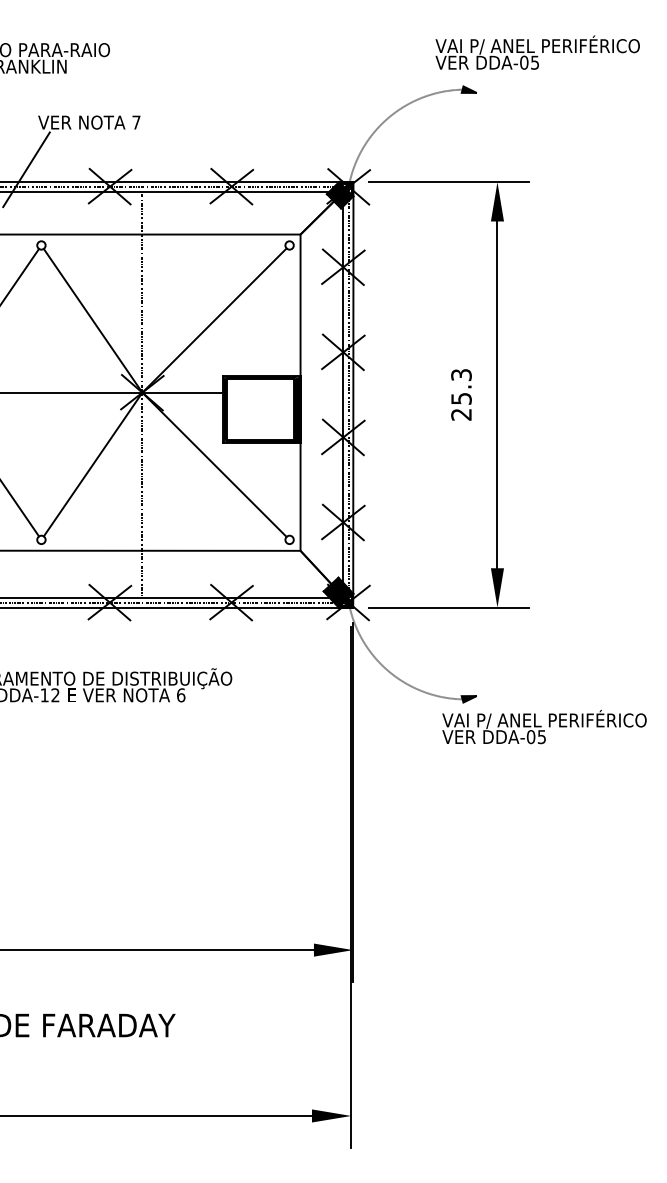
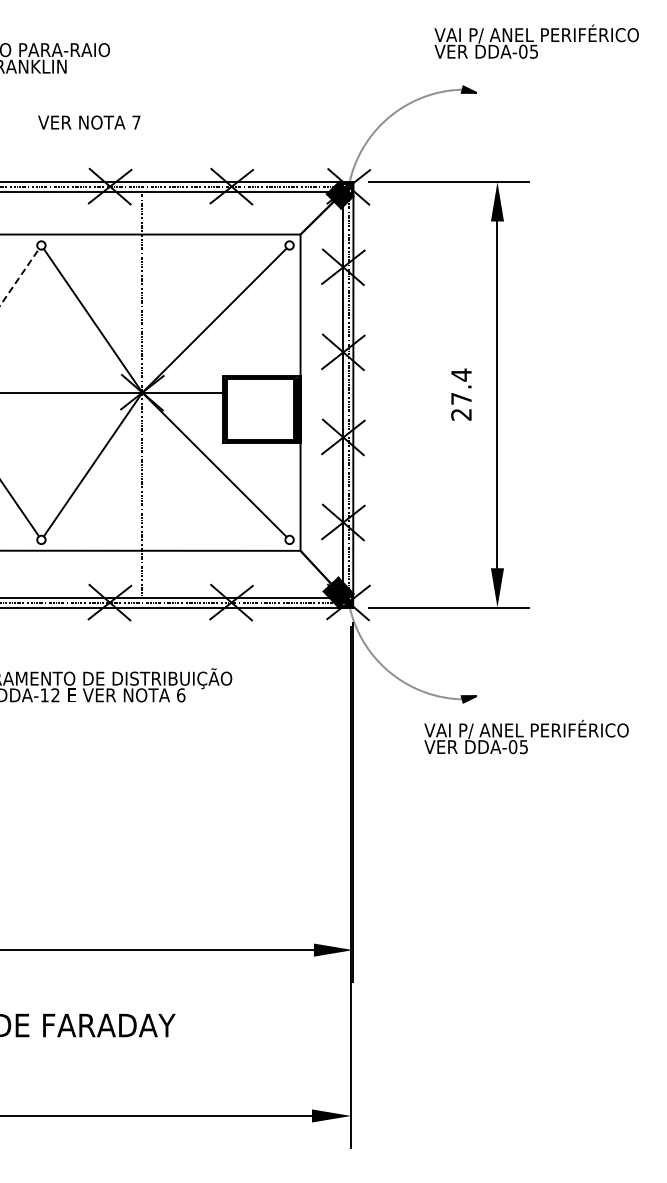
text at (537, 52) position: (537, 52) -> (536, 41)
line at (26, 169): present -> none
line at (19, 276): solid -> dashed
text at (461, 386): 25.3 -> 27.4
text at (544, 726) position: (544, 726) -> (526, 736)
